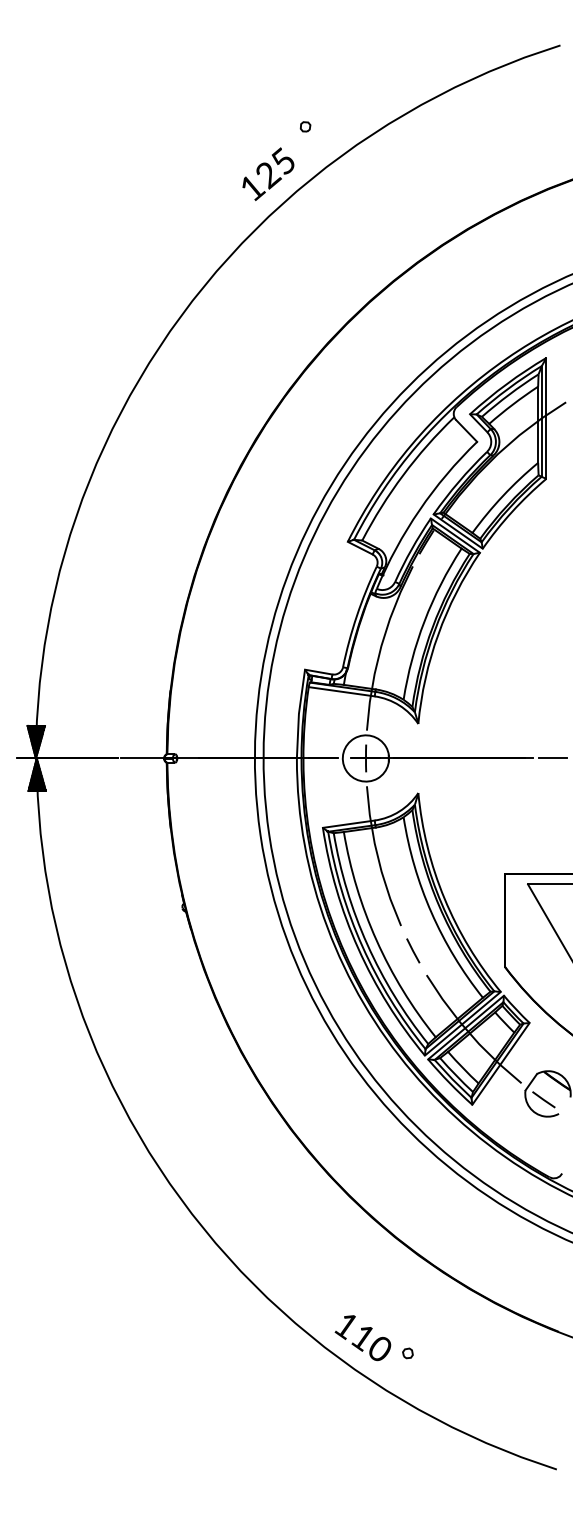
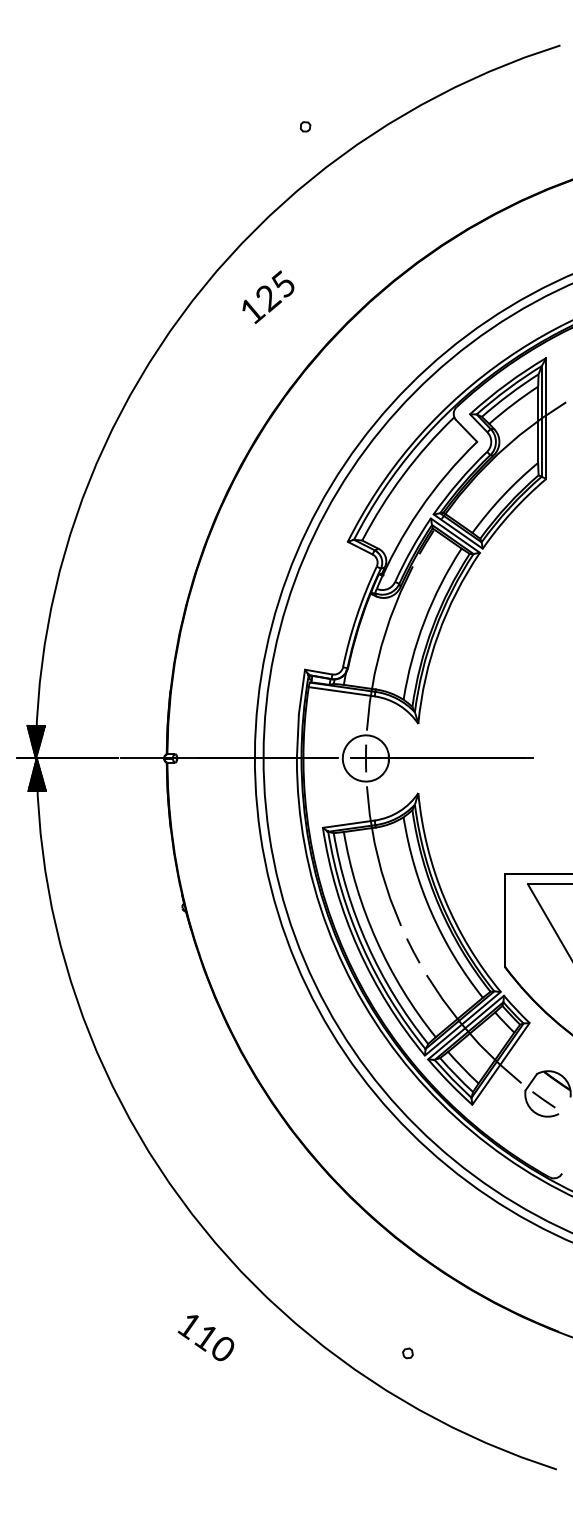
text at (268, 173) position: (268, 173) -> (268, 296)
line at (552, 758): present -> none
text at (362, 1338) position: (362, 1338) -> (205, 1338)
